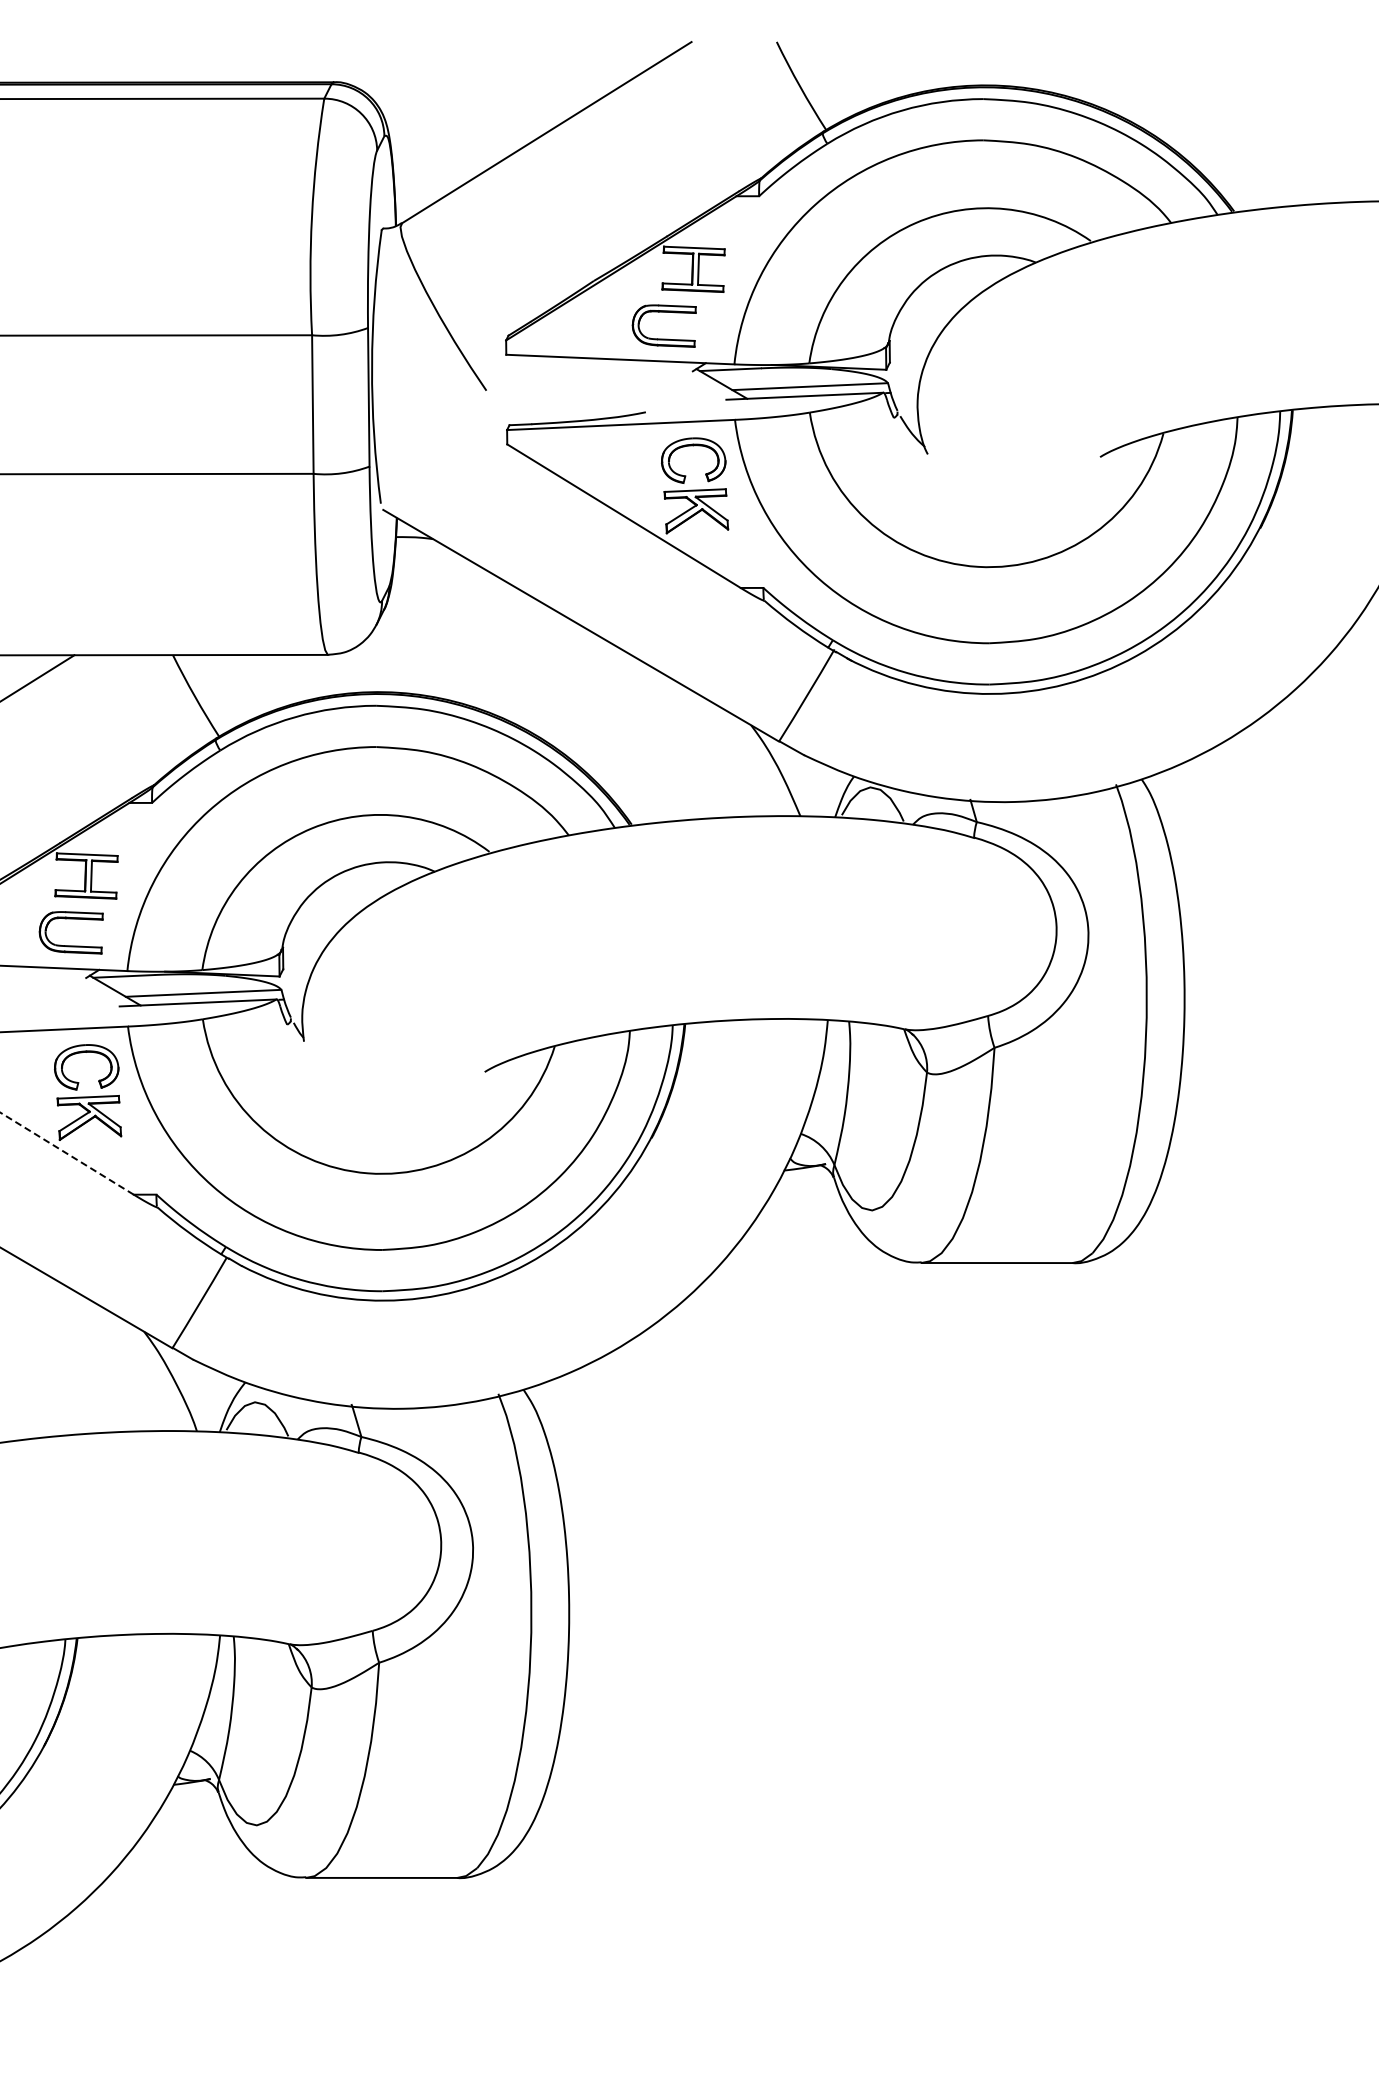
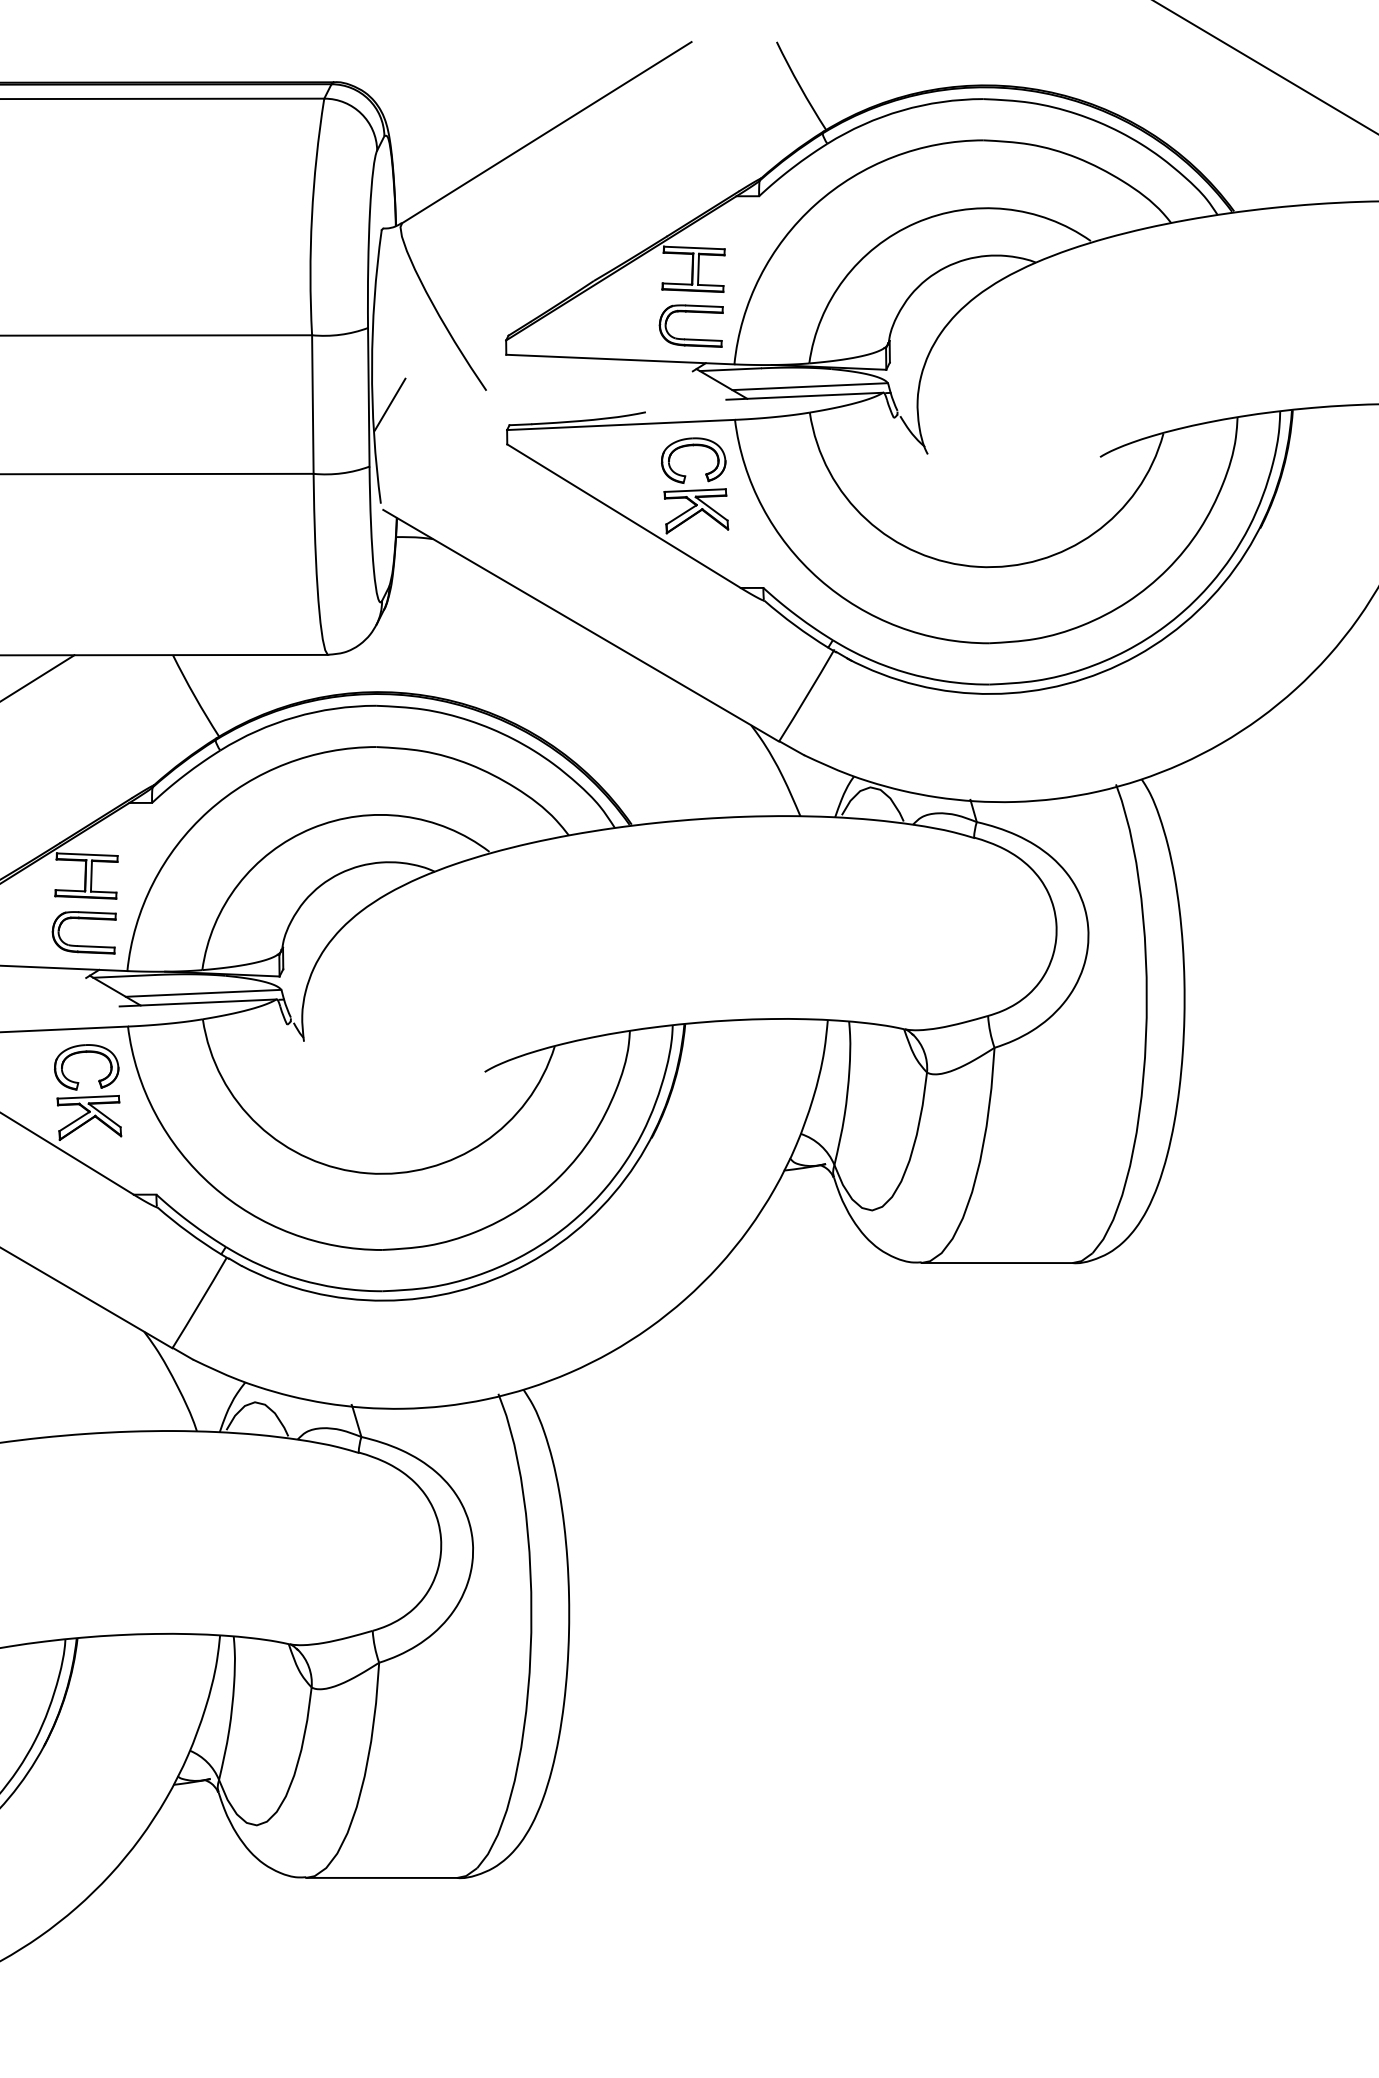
line at (1265, 67): none -> present
part at (663, 312) position: (663, 312) -> (690, 312)
line at (389, 404): none -> present
part at (70, 919) position: (70, 919) -> (83, 919)
line at (66, 1153): dashed -> solid
